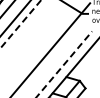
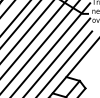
line at (21, 23): dashed -> solid
line at (27, 31): none -> present
line at (33, 39): none -> present
line at (39, 47): none -> present
line at (58, 56): none -> present
line at (64, 64): dashed -> solid
